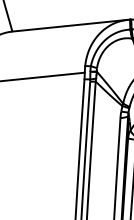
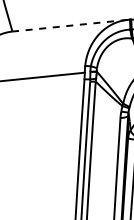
line at (69, 25): solid -> dashed
